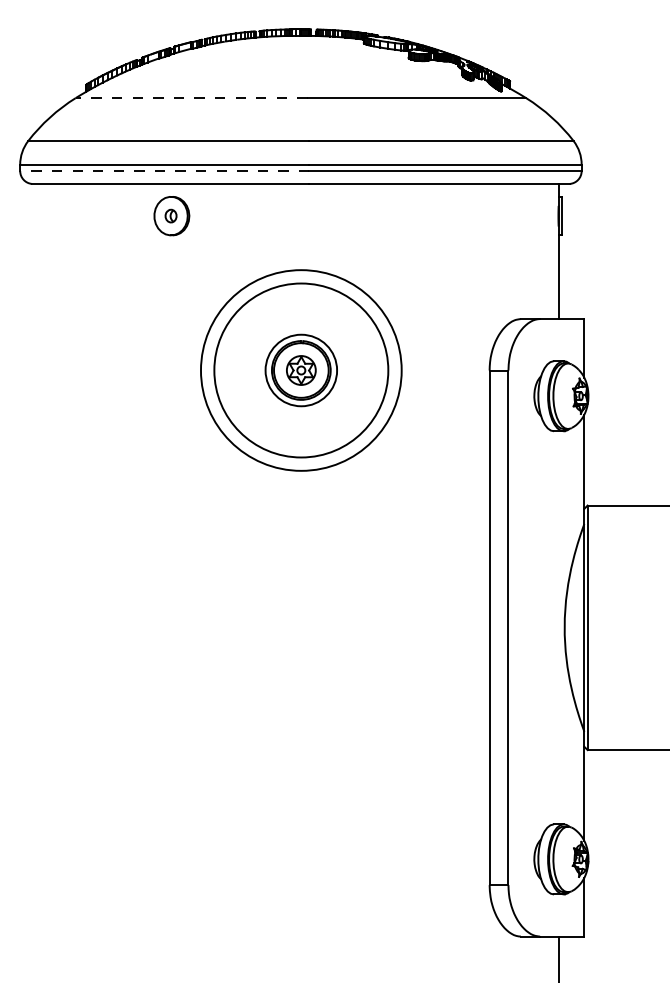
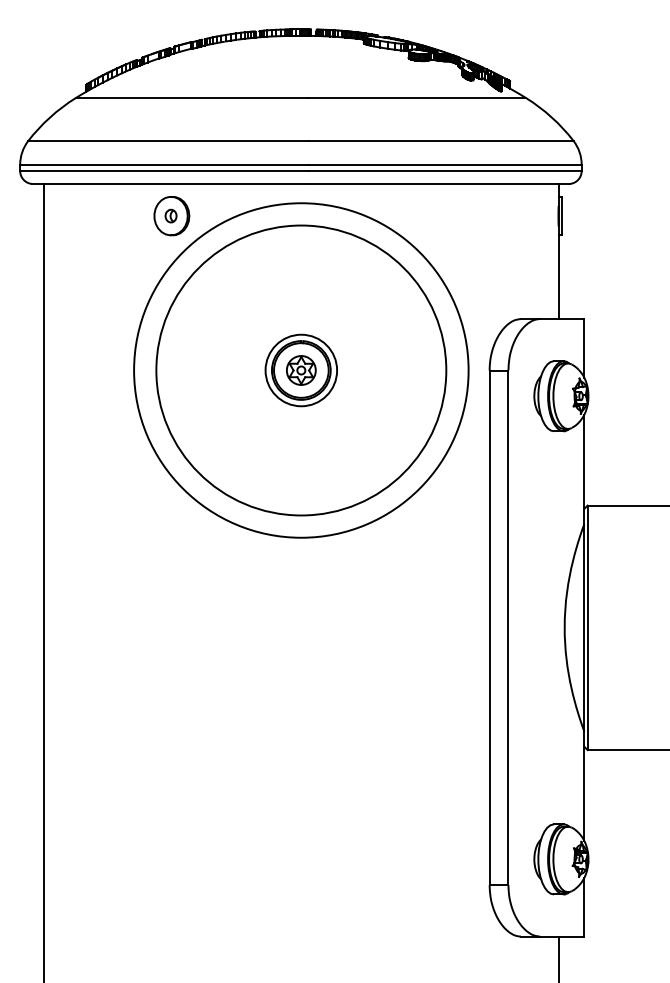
line at (191, 98): dashed -> solid
line at (164, 171): dashed -> solid
circle at (300, 370) diameter: 201 px -> 335 px
circle at (301, 370) diameter: 174 px -> 290 px
line at (44, 581): none -> present
